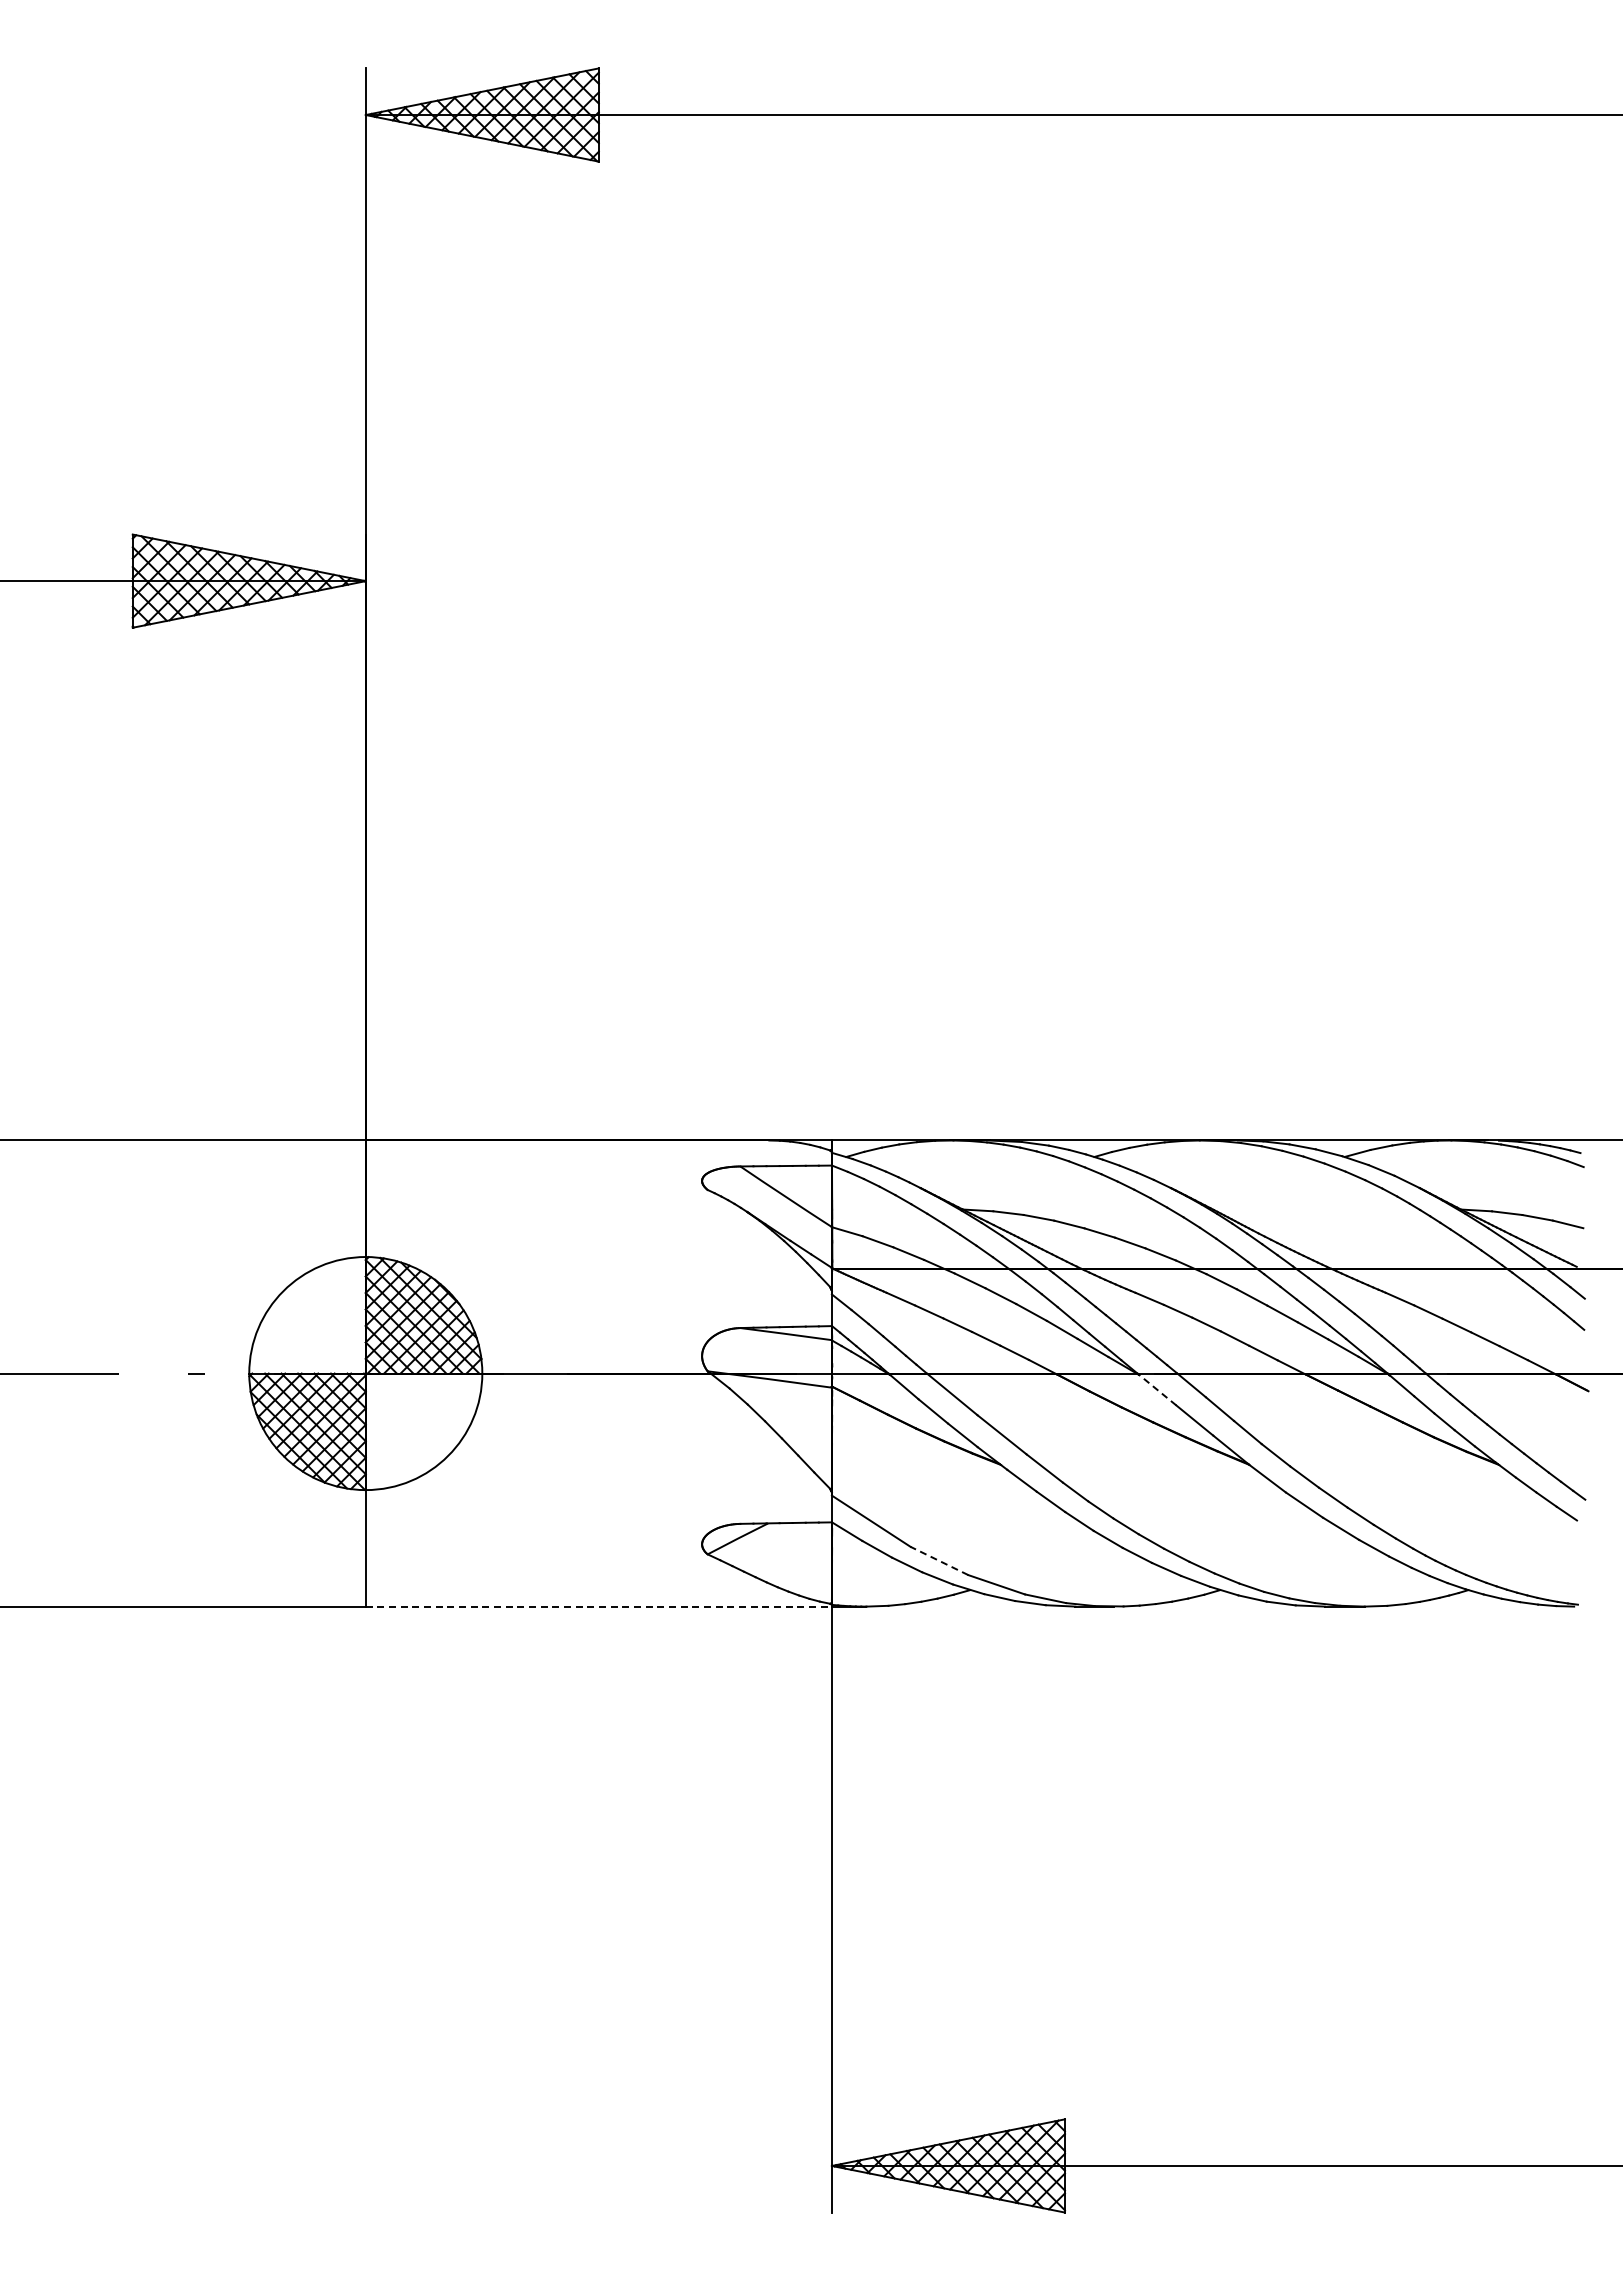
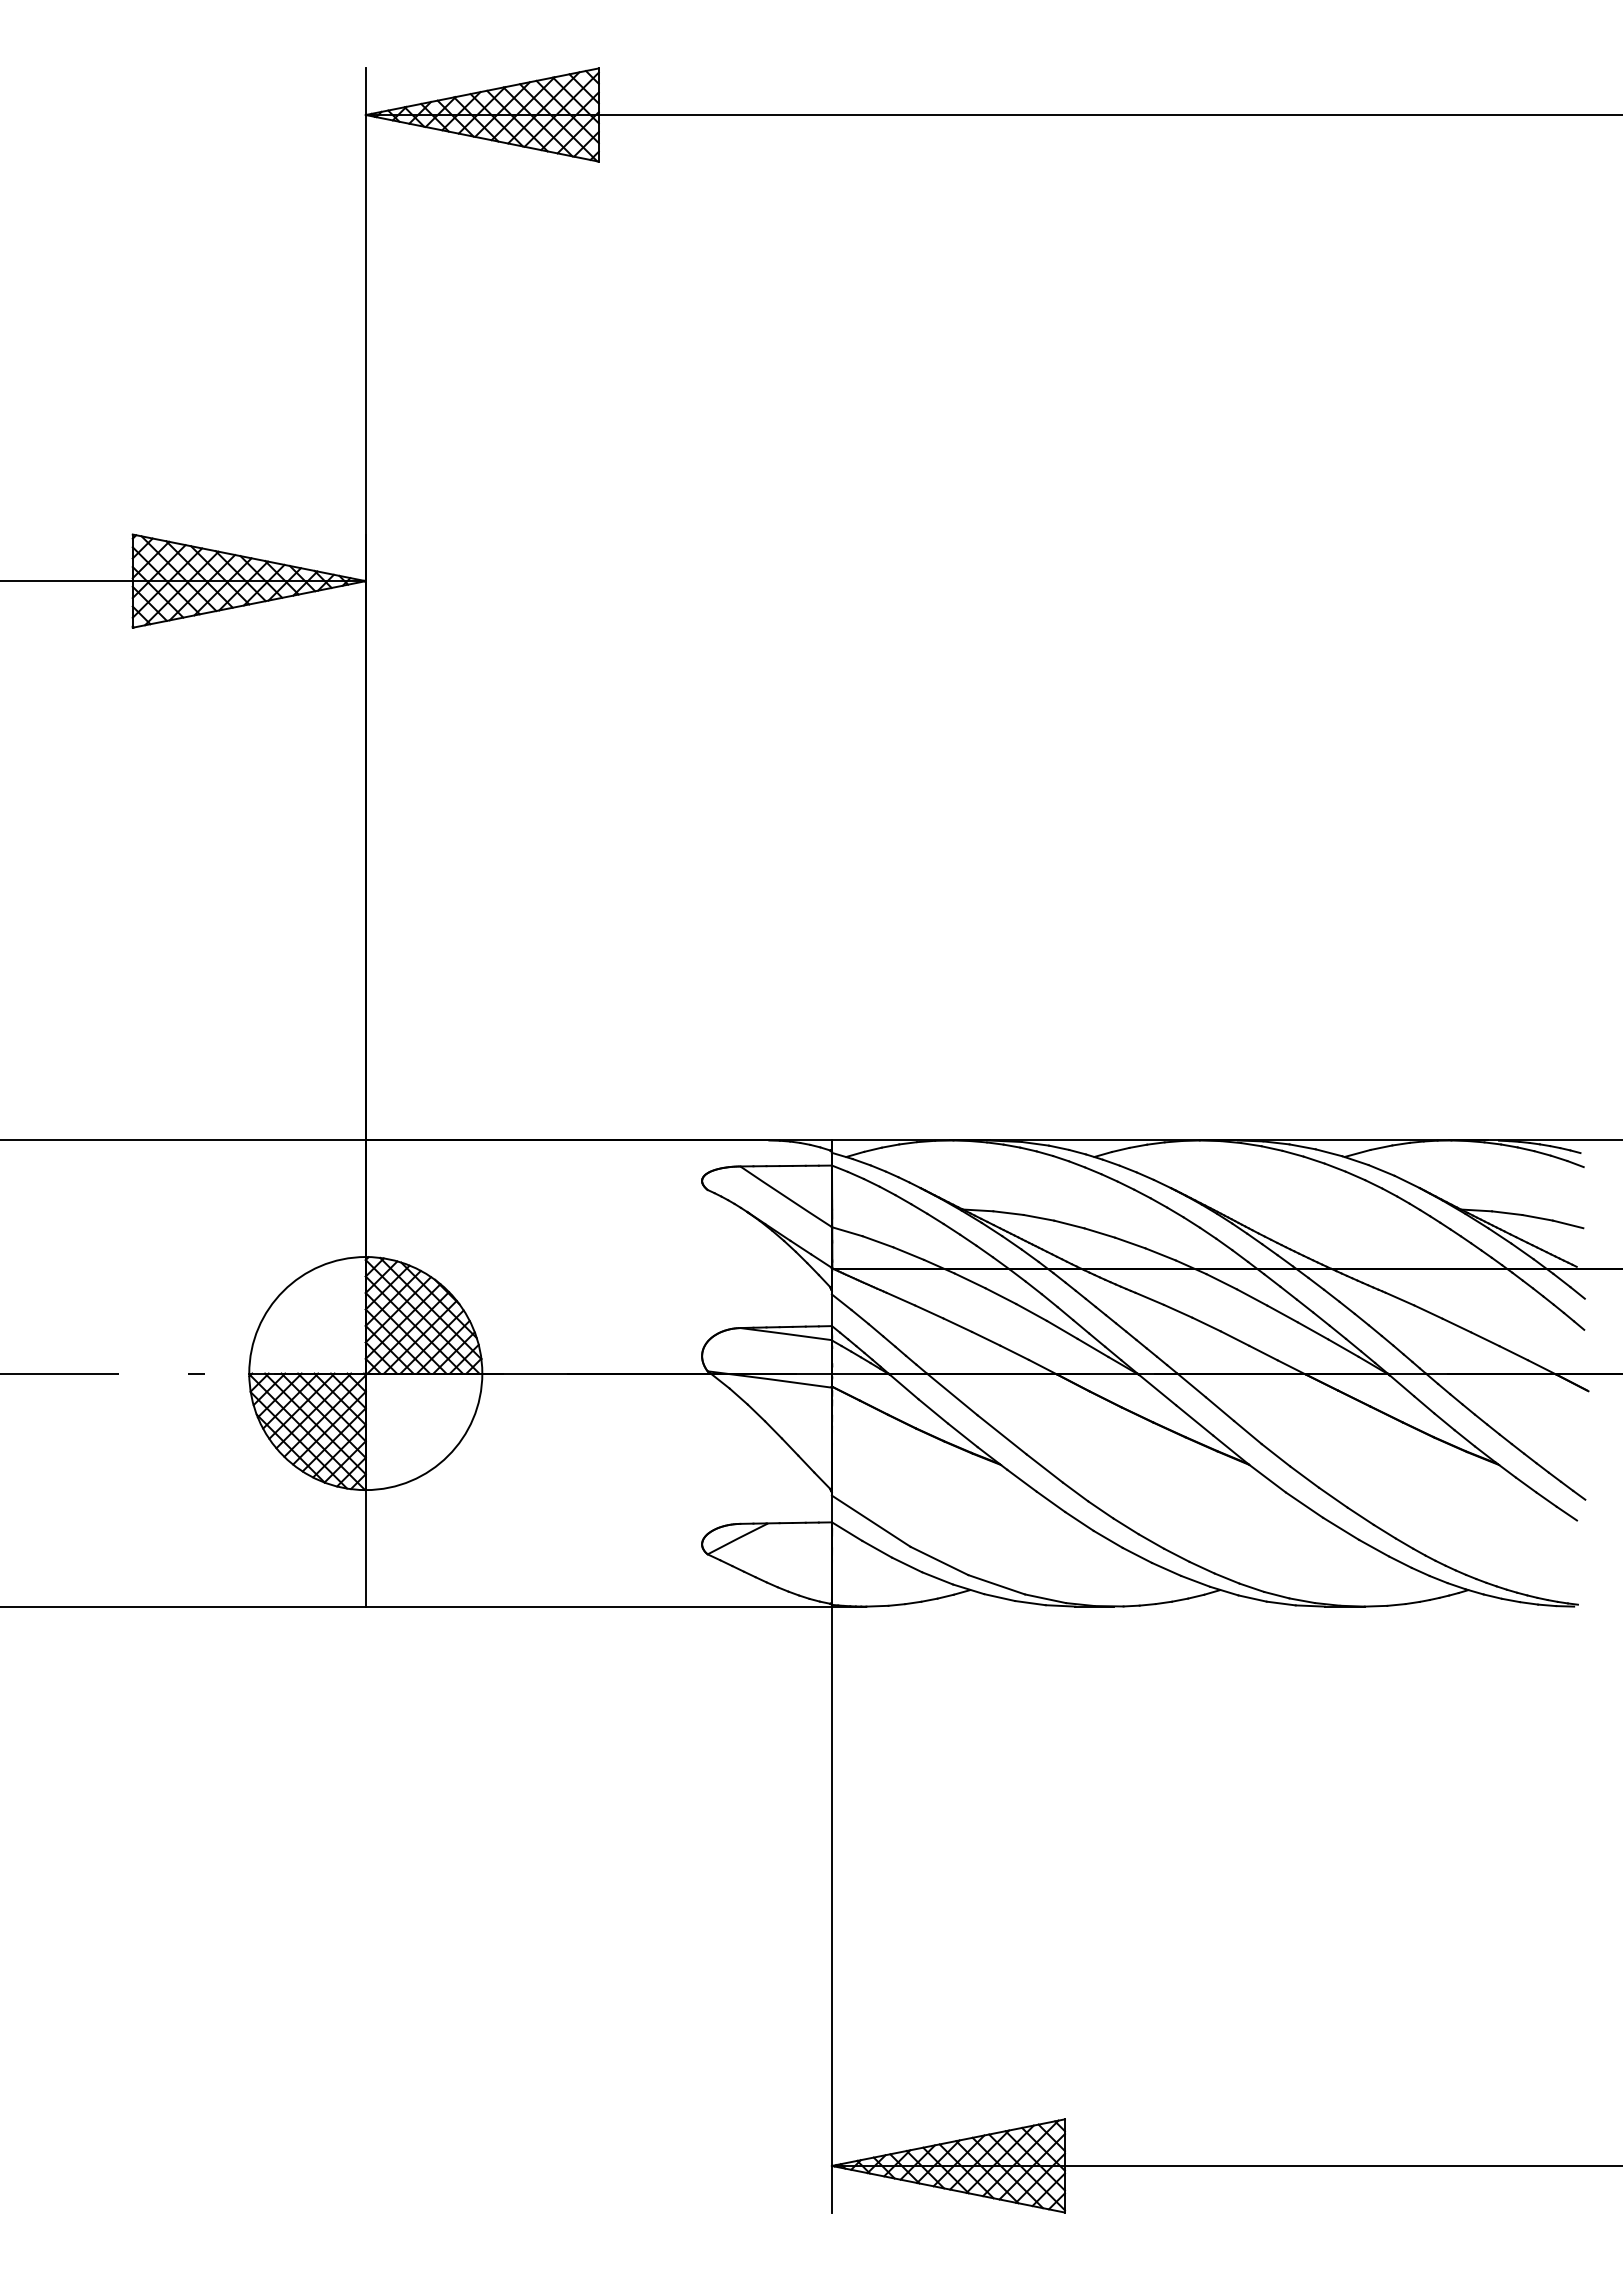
line at (1157, 1389): dashed -> solid
line at (939, 1560): dashed -> solid
line at (599, 1606): dashed -> solid
